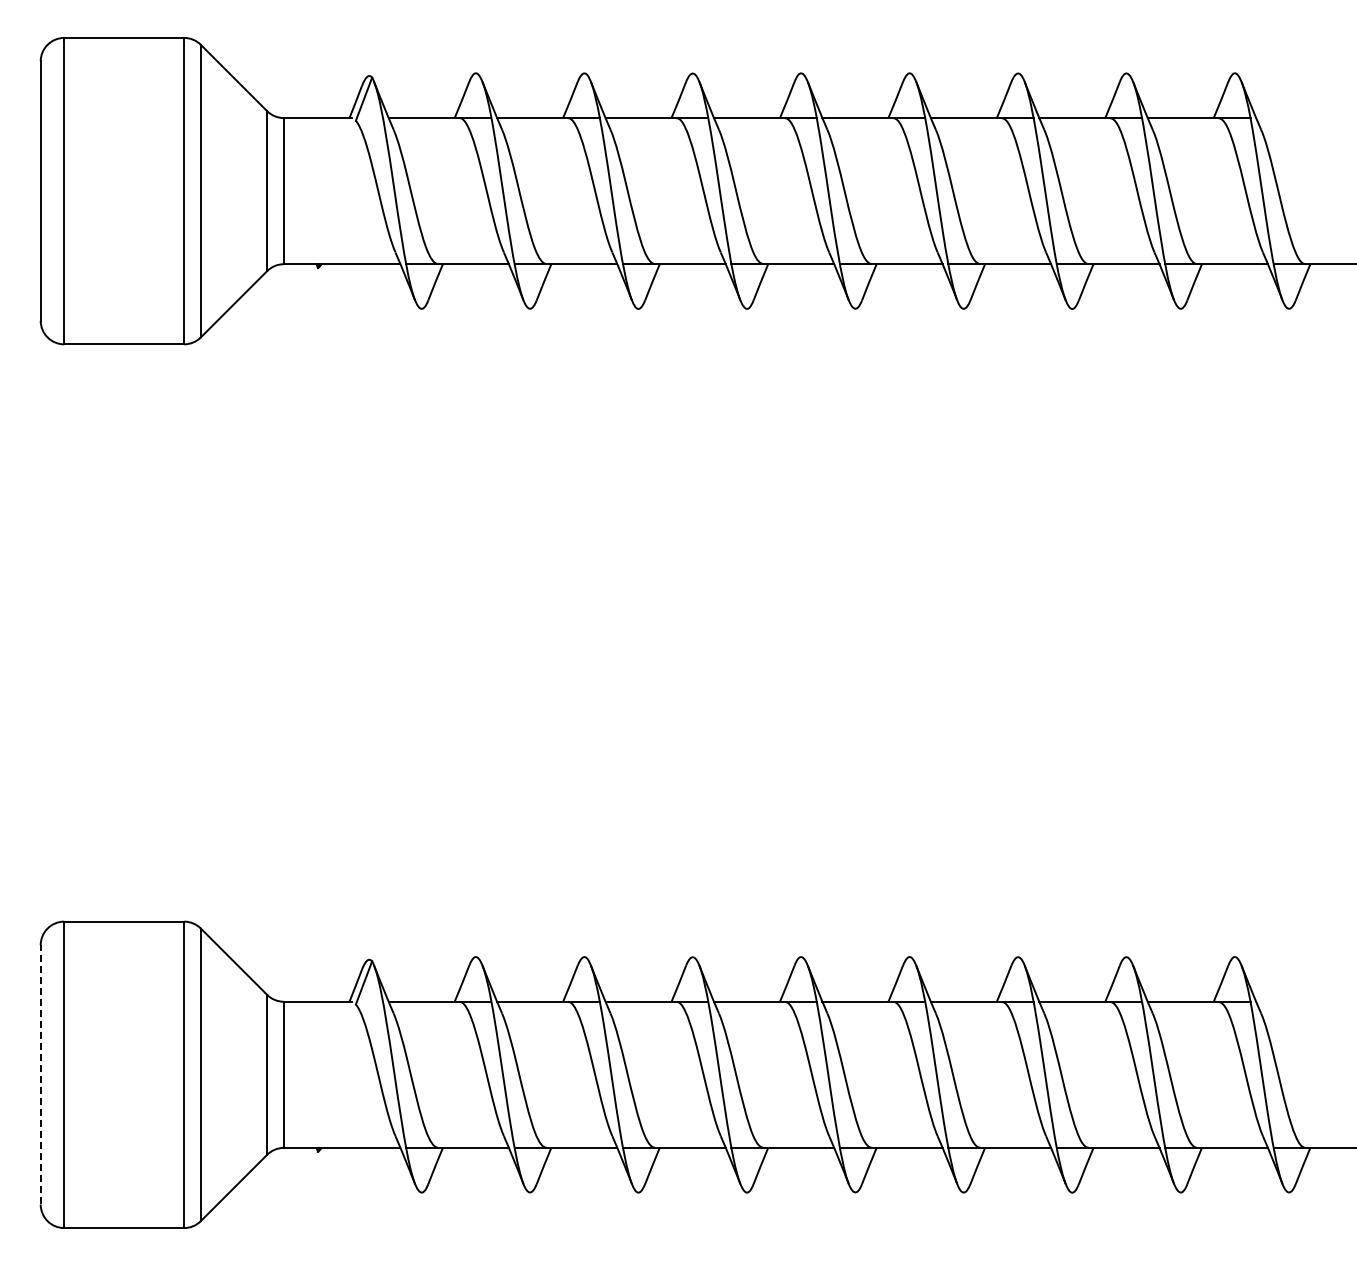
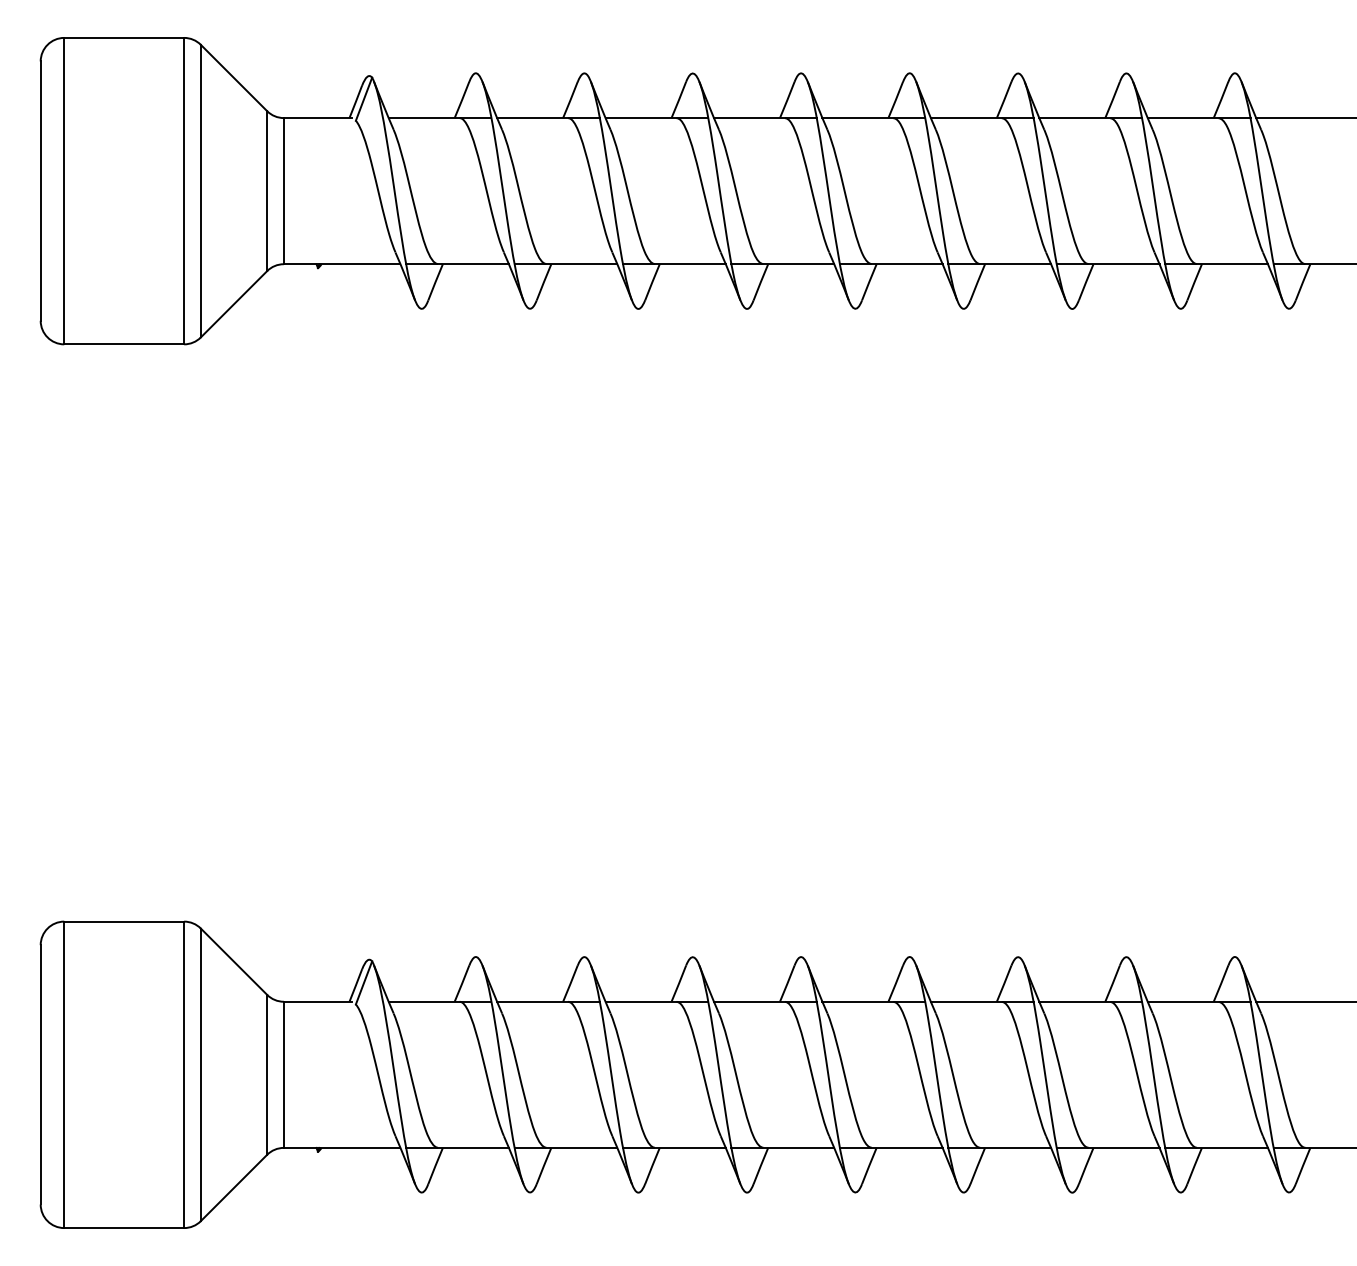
line at (1304, 118): none -> present
line at (1304, 1001): none -> present
line at (40, 1074): dashed -> solid
